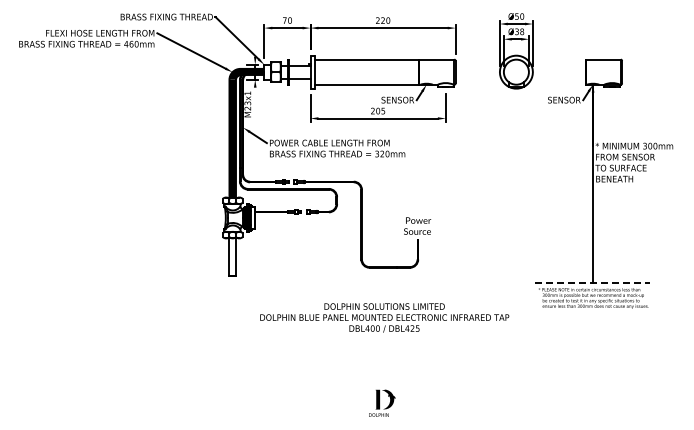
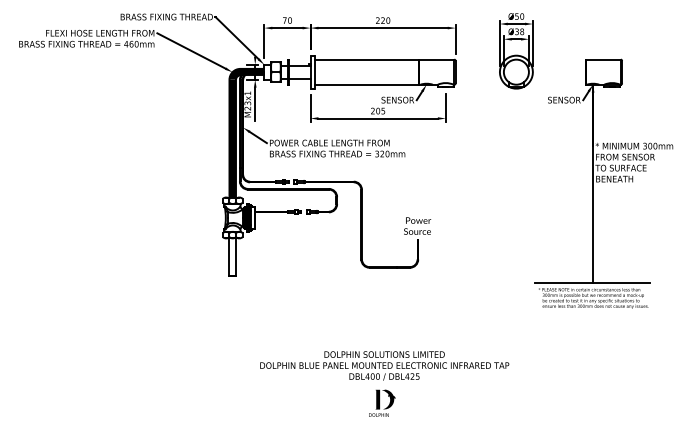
line at (255, 104): none -> present
line at (593, 282): dashed -> solid
text at (384, 317) position: (384, 317) -> (384, 365)
